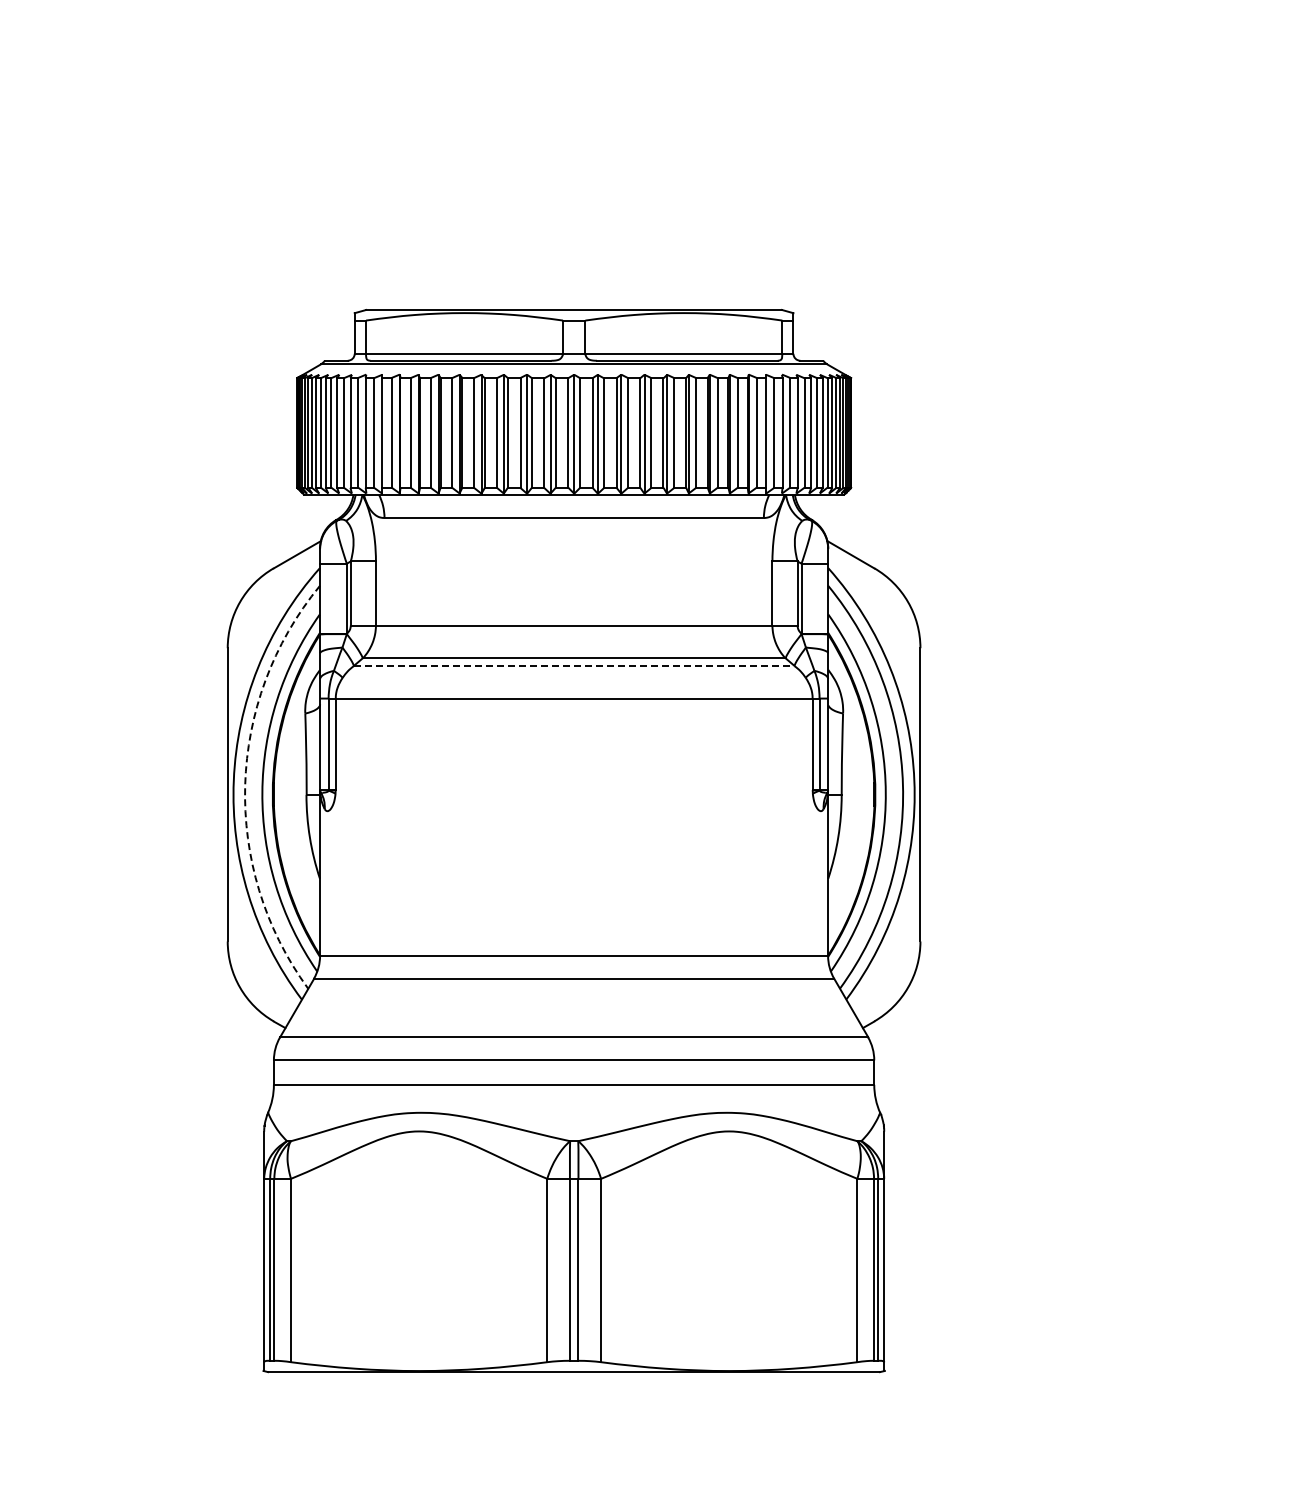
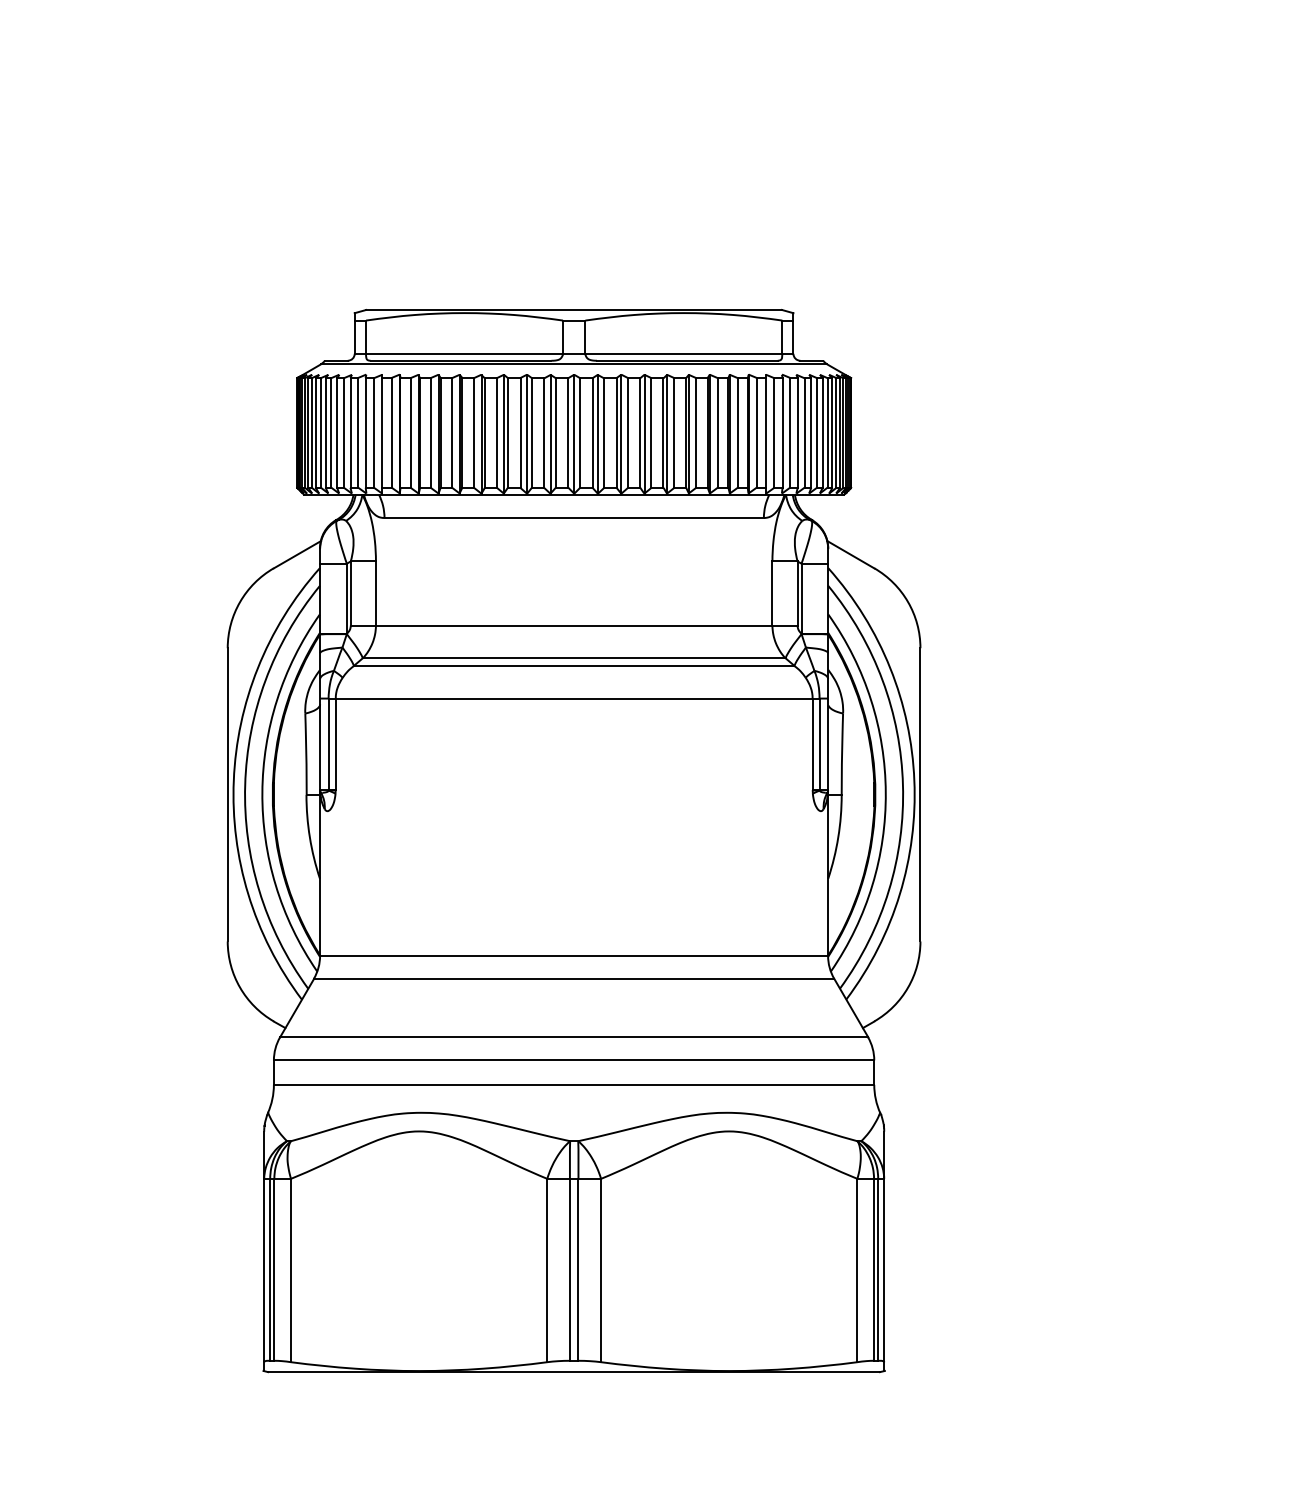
line at (574, 666): dashed -> solid
arc at (245, 785): dashed -> solid
